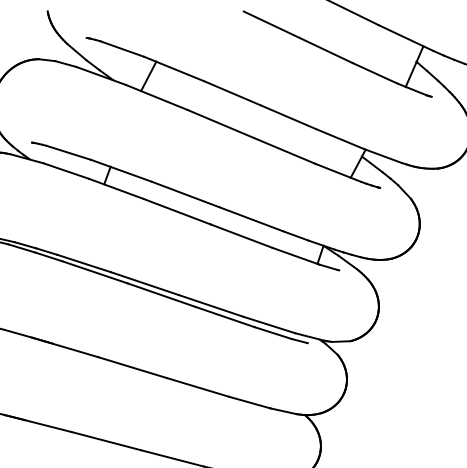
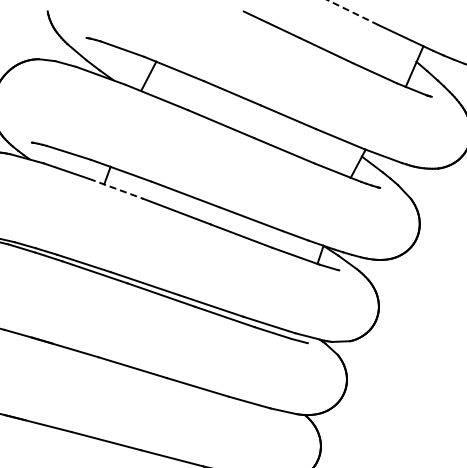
line at (352, 12): solid -> dashed
line at (116, 188): solid -> dashed
